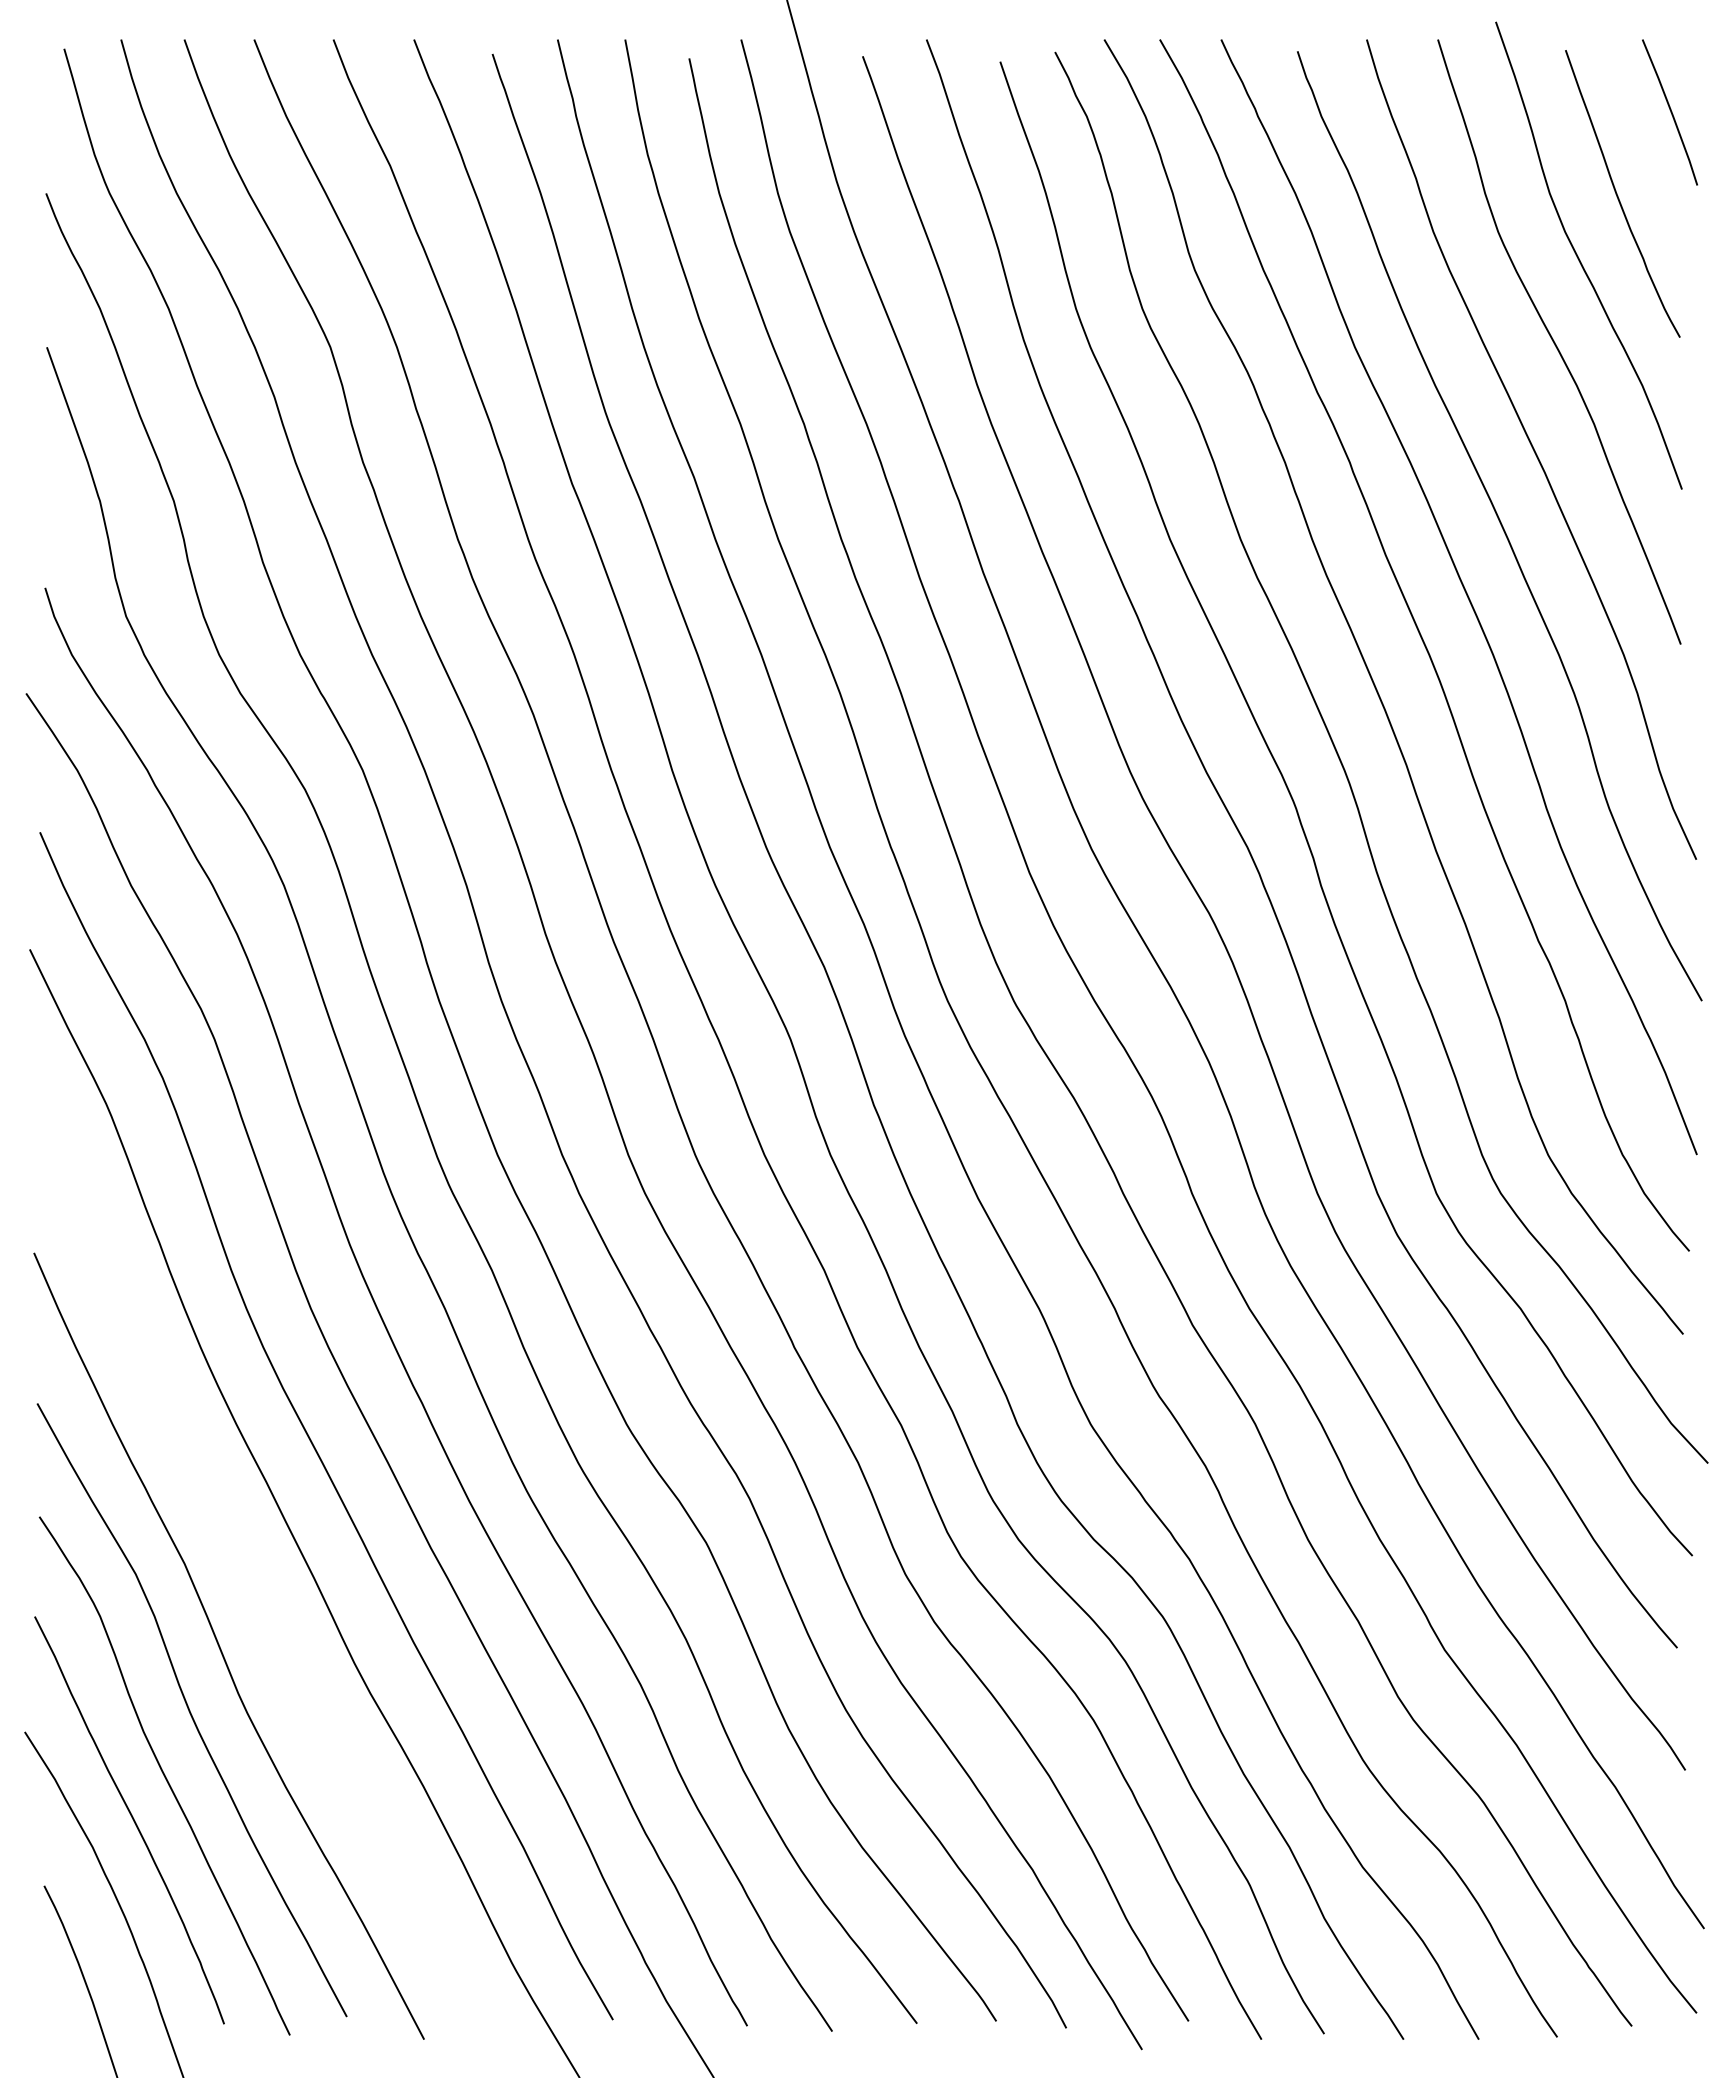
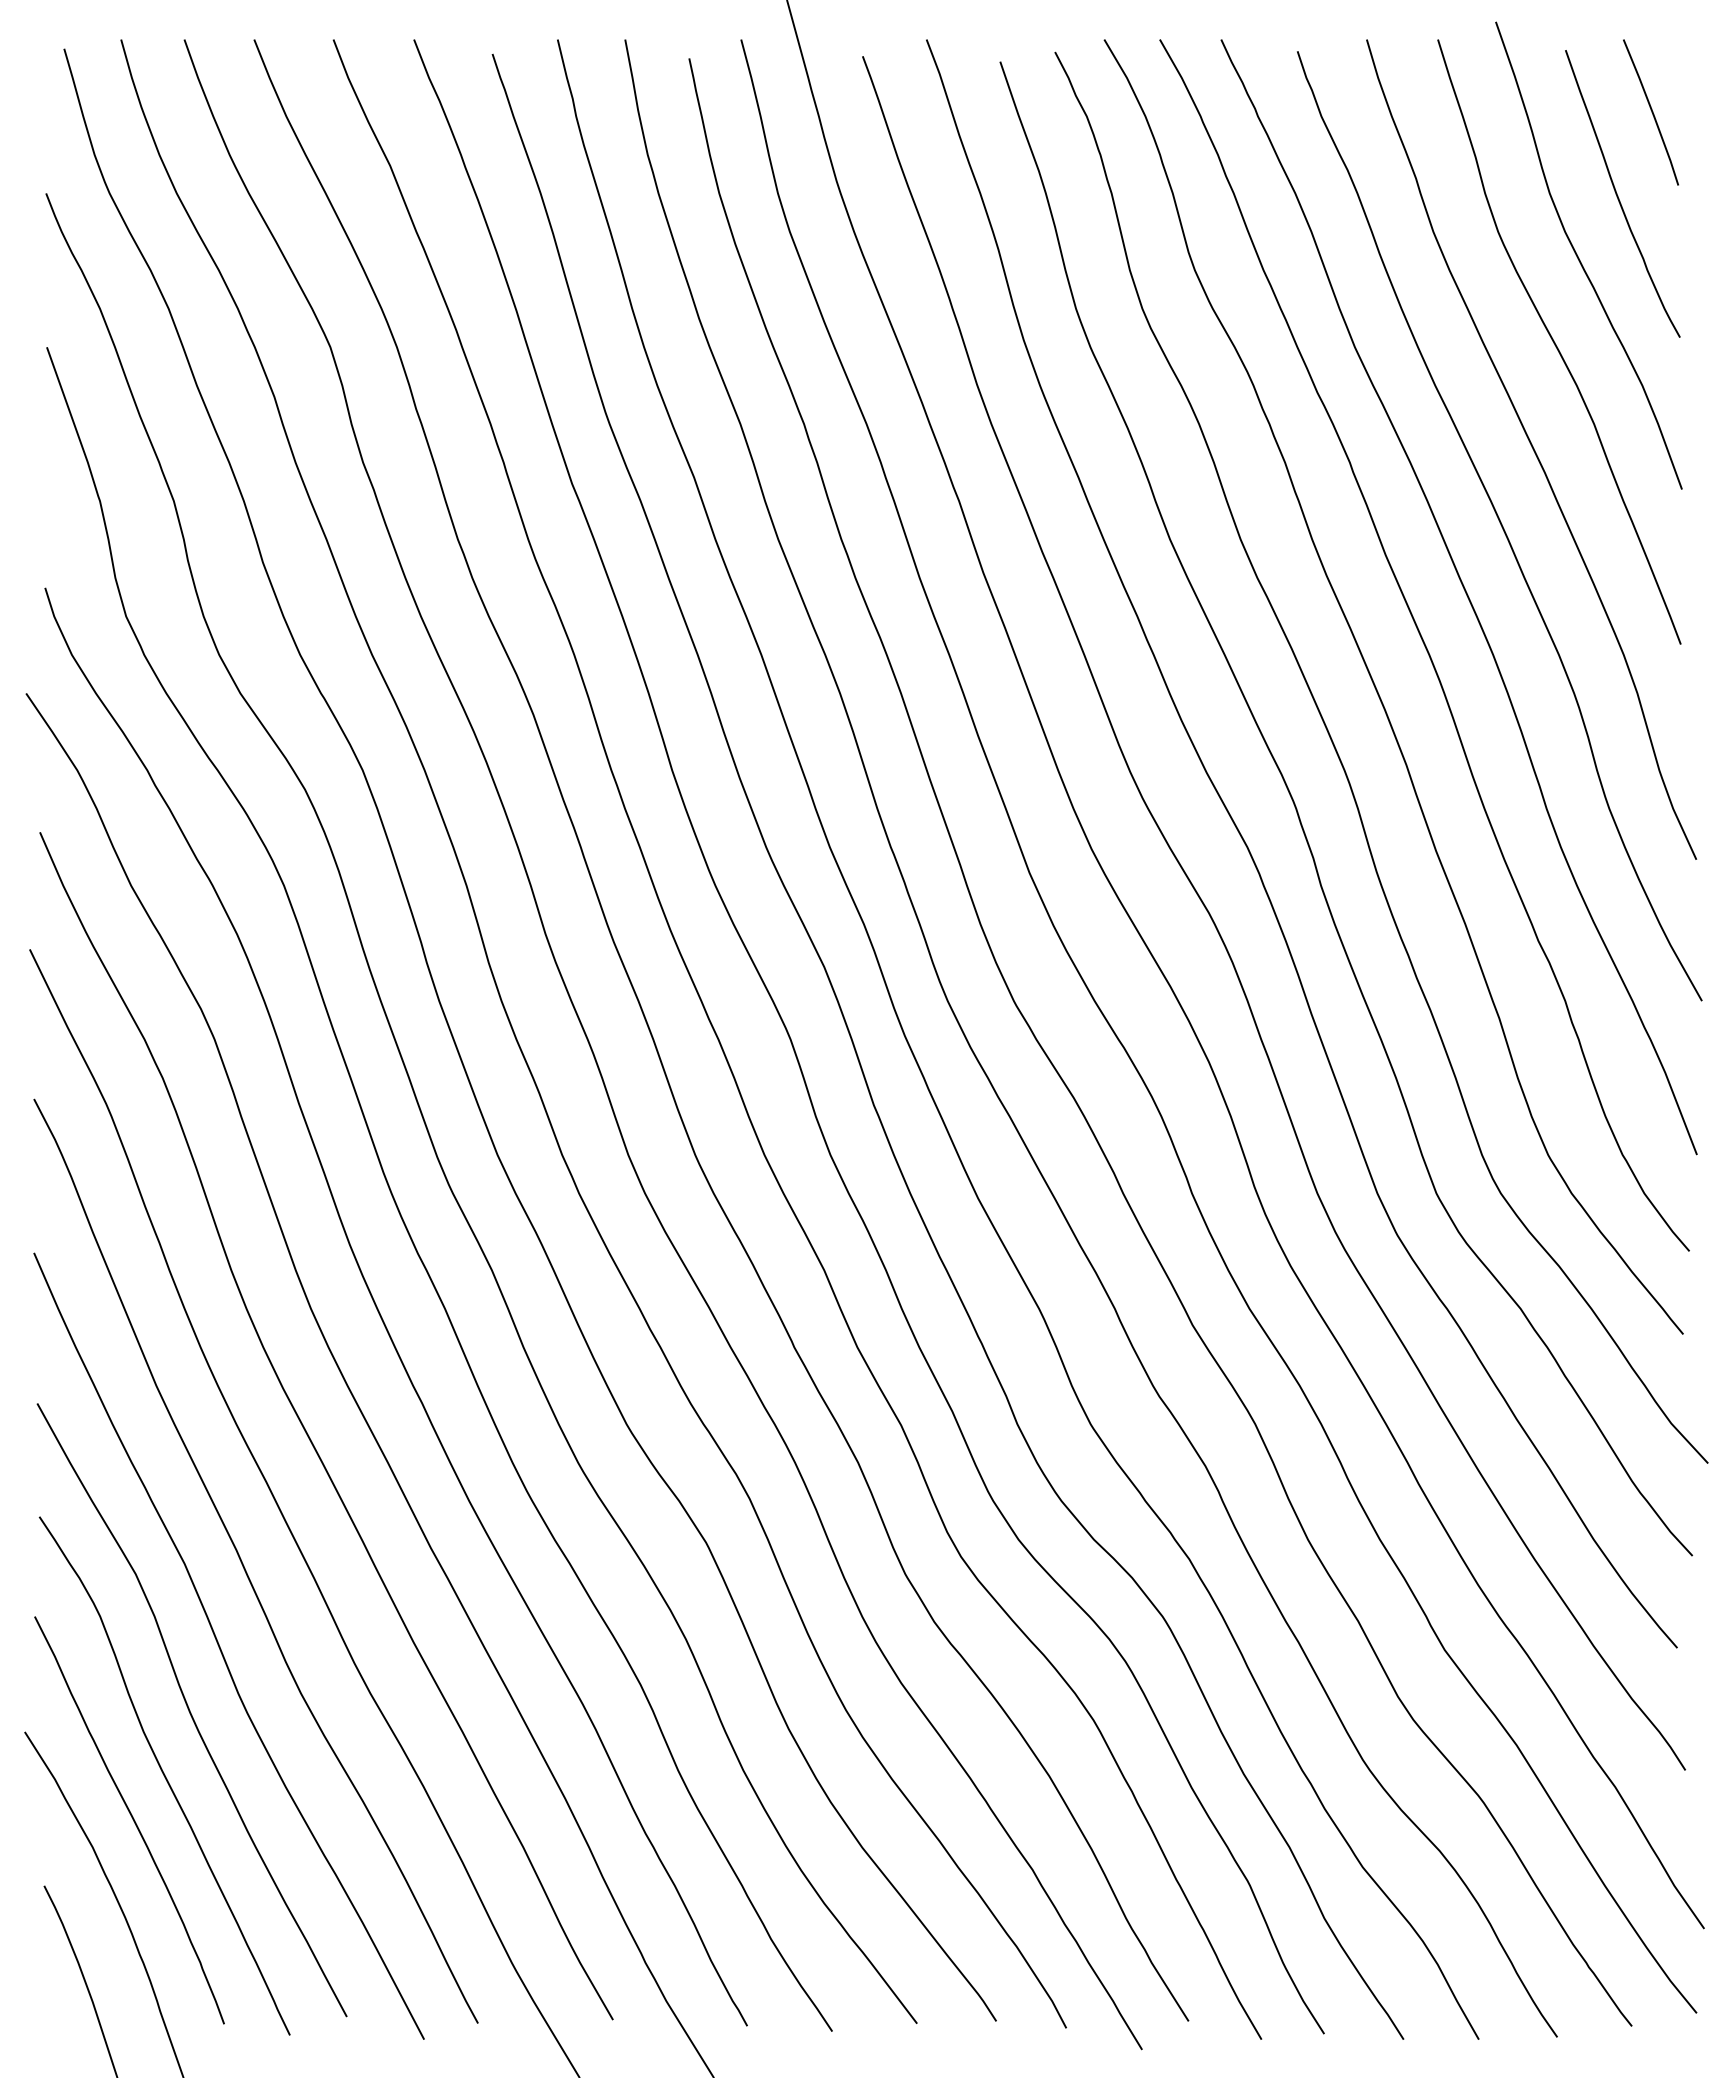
line at (1670, 112) position: (1670, 112) -> (1651, 112)
curve at (244, 1565): none -> present
